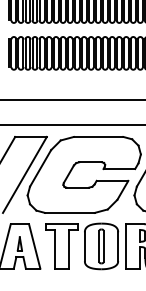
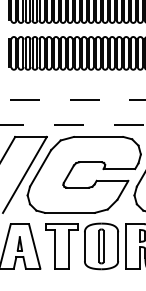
line at (73, 100): solid -> dashed
line at (72, 125): solid -> dashed
